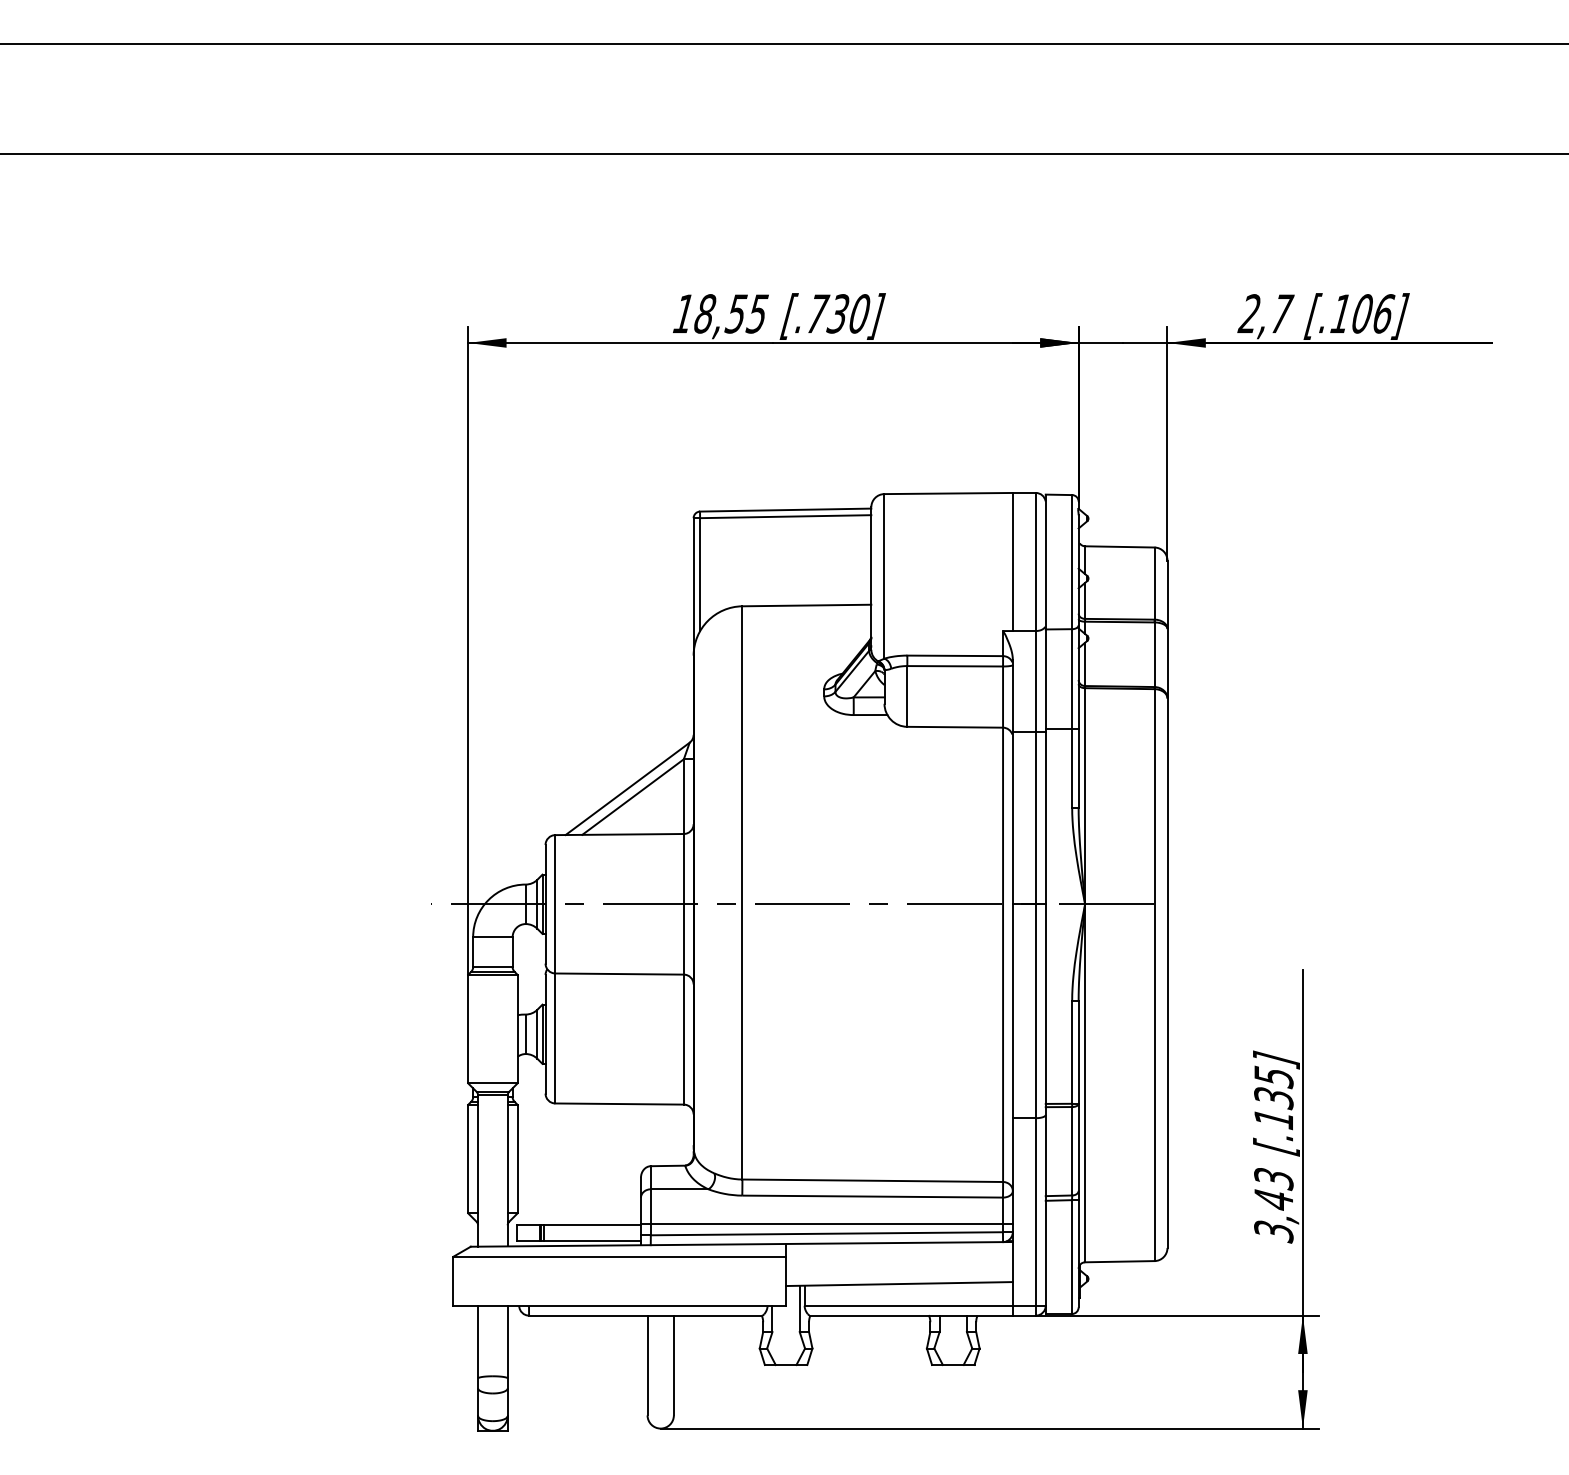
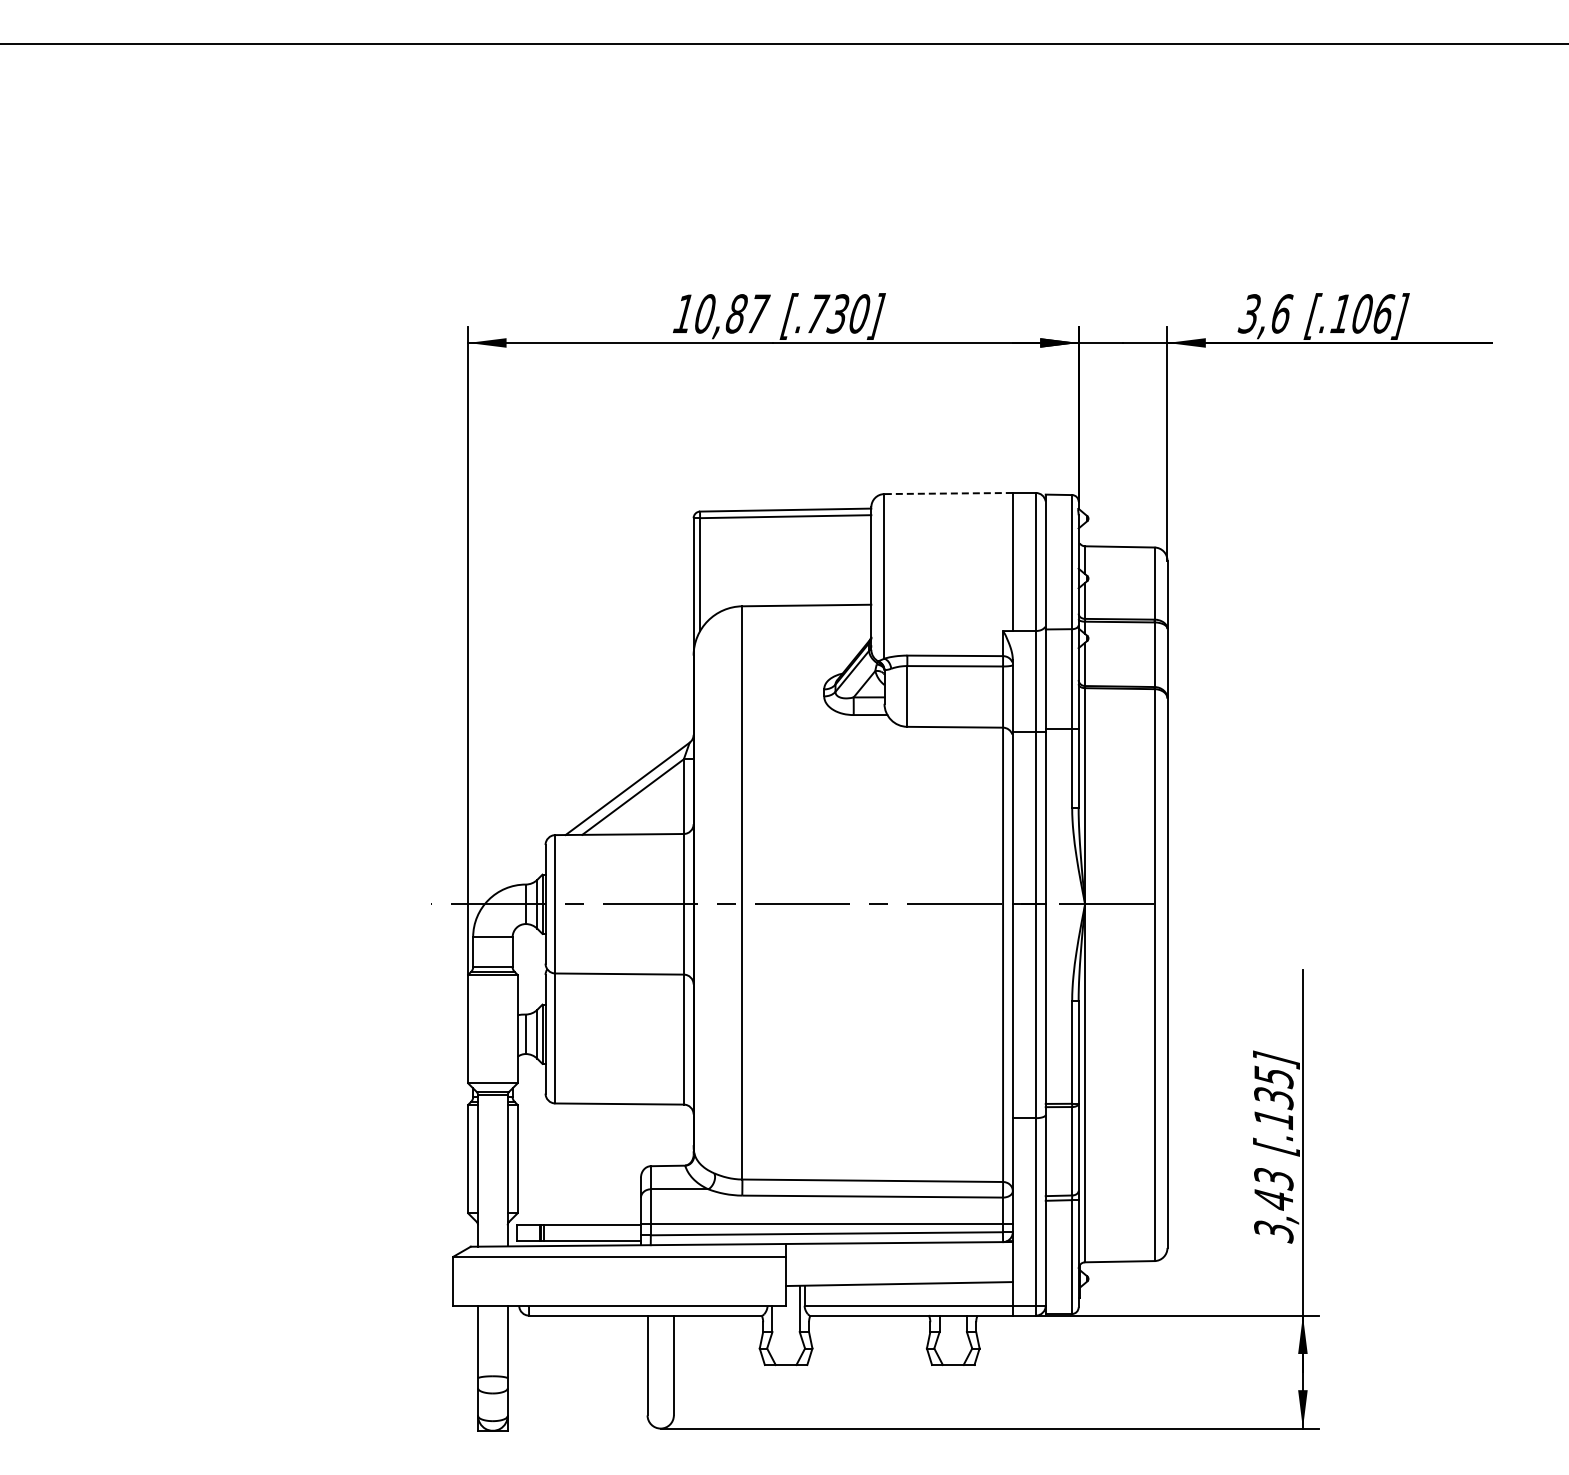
line at (783, 153): present -> none
text at (732, 313): 18,55 -> 10,87
text at (1265, 313): 2,7 -> 3,6
line at (948, 493): solid -> dashed
